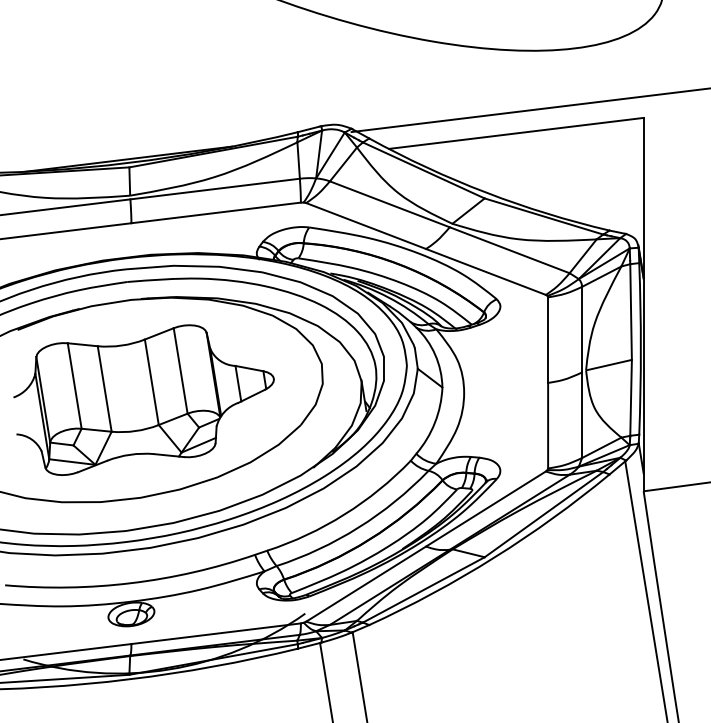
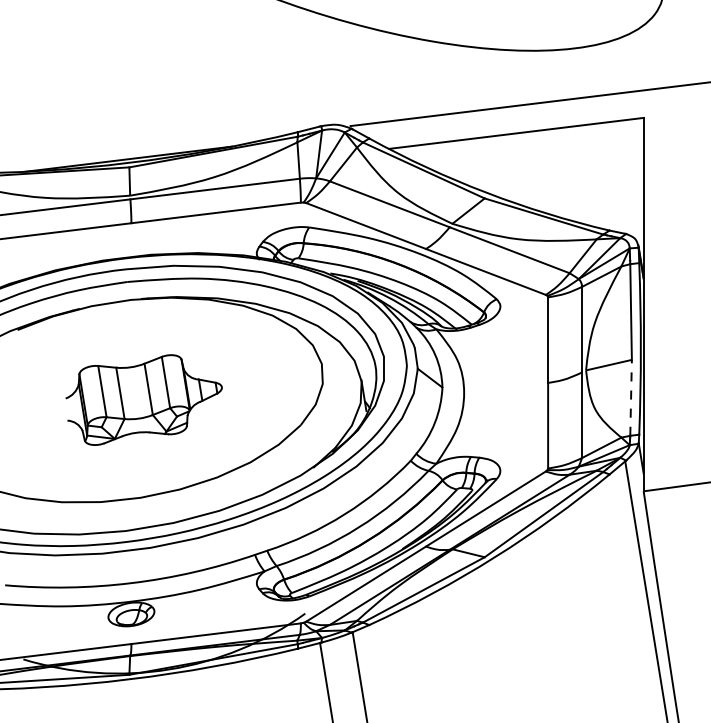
line at (529, 110) position: (529, 110) -> (528, 104)
line at (631, 397): solid -> dashed
part at (143, 399) size: 262x152 px -> 158x92 px
